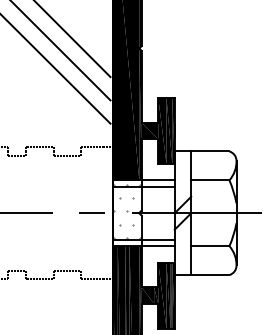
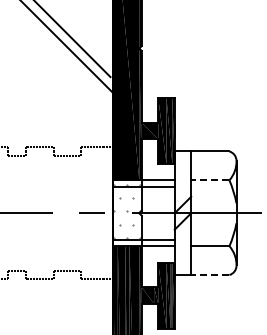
line at (61, 51) position: (61, 51) -> (68, 48)
line at (56, 69): present -> none
line at (209, 180): solid -> dashed
line at (209, 275): solid -> dashed
